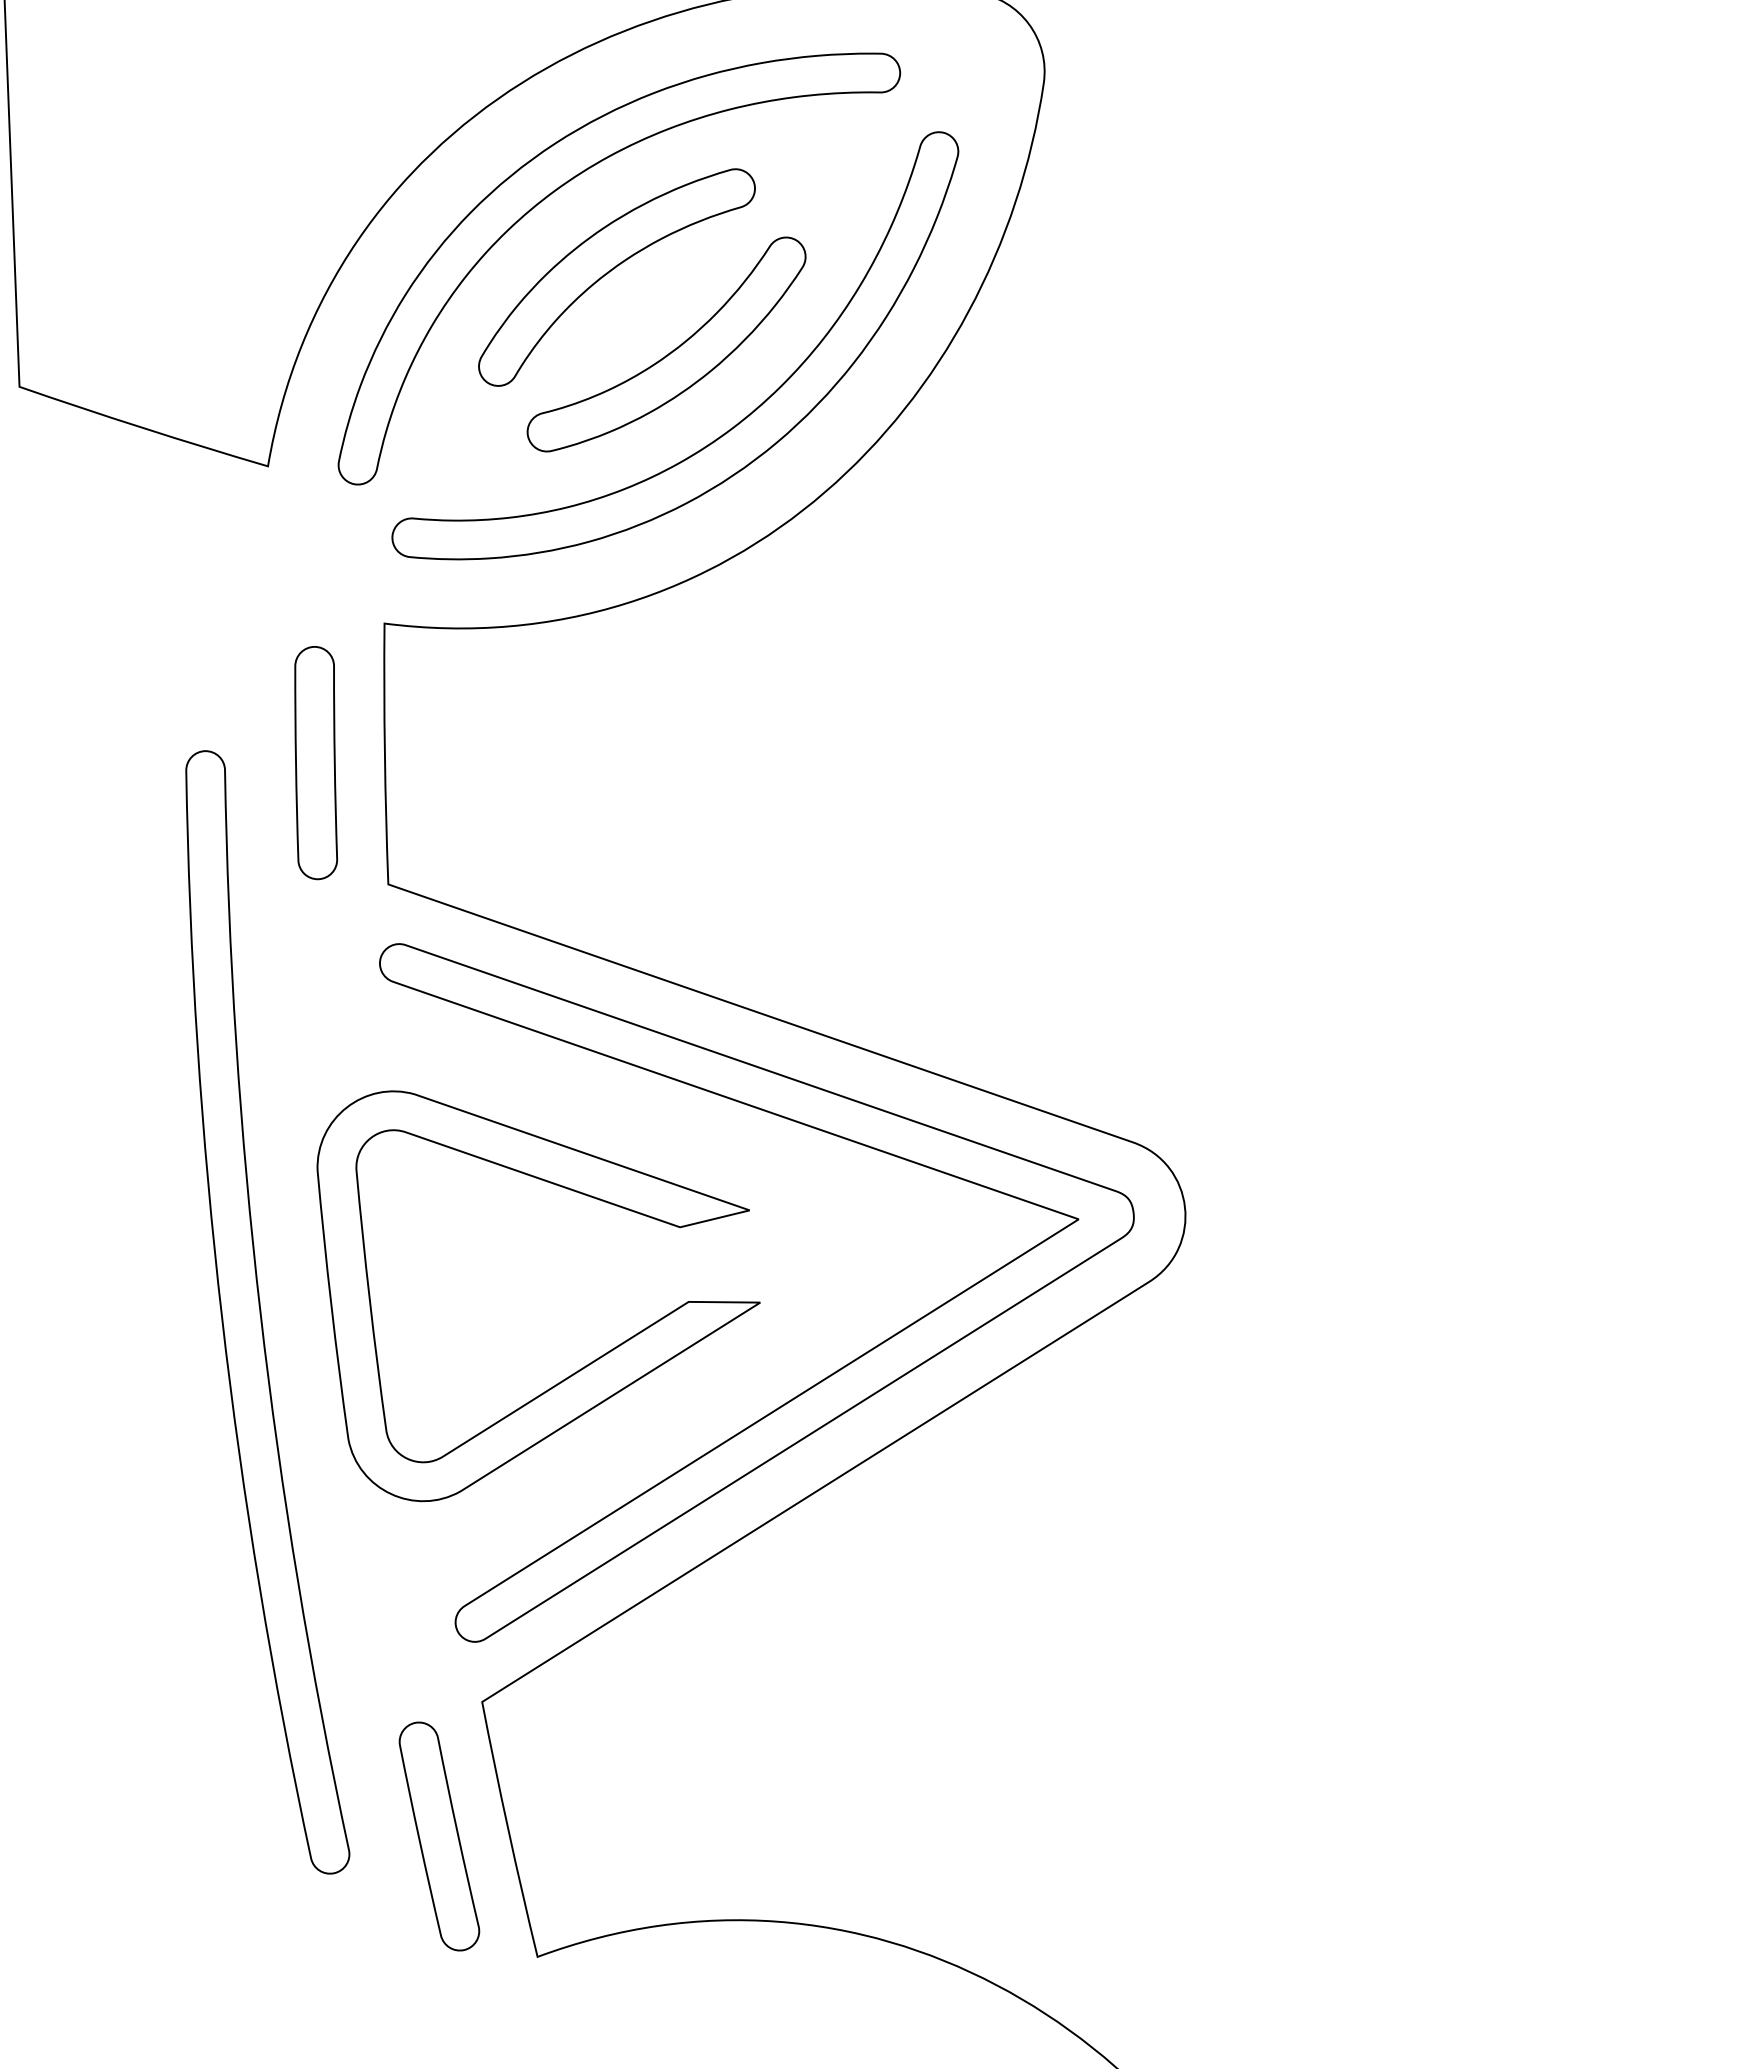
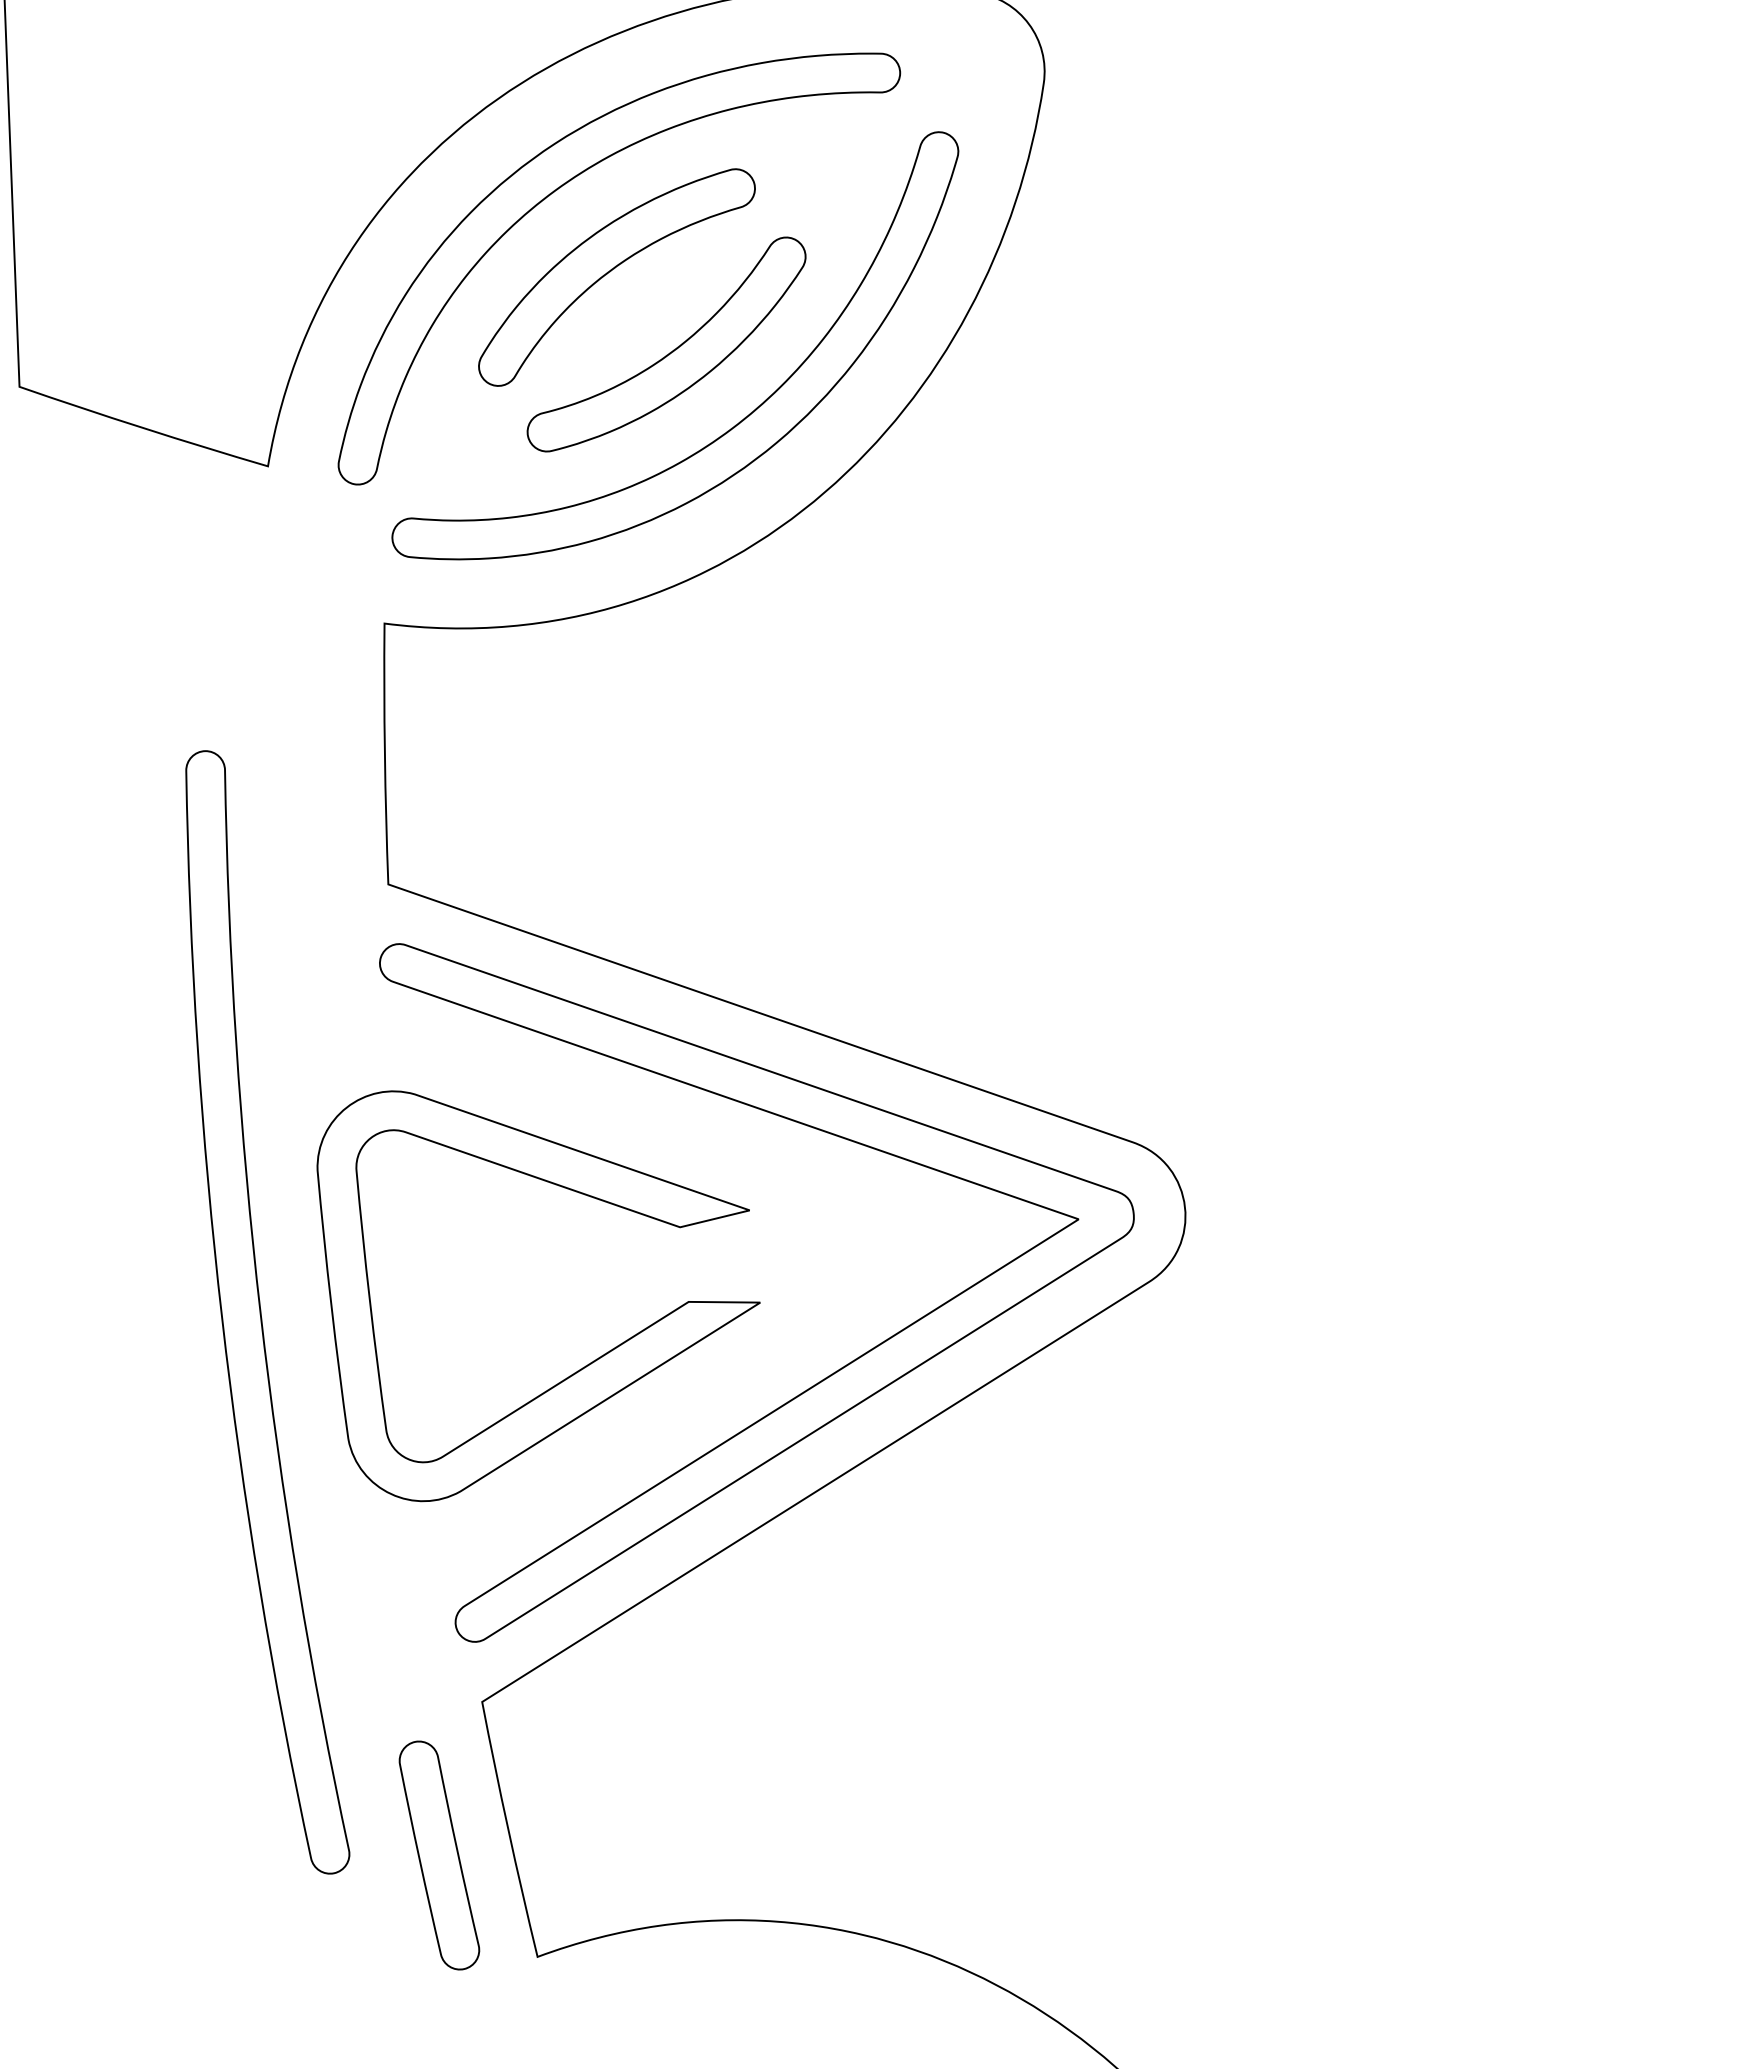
part at (316, 763): present -> none
part at (439, 1836) position: (439, 1836) -> (439, 1855)
